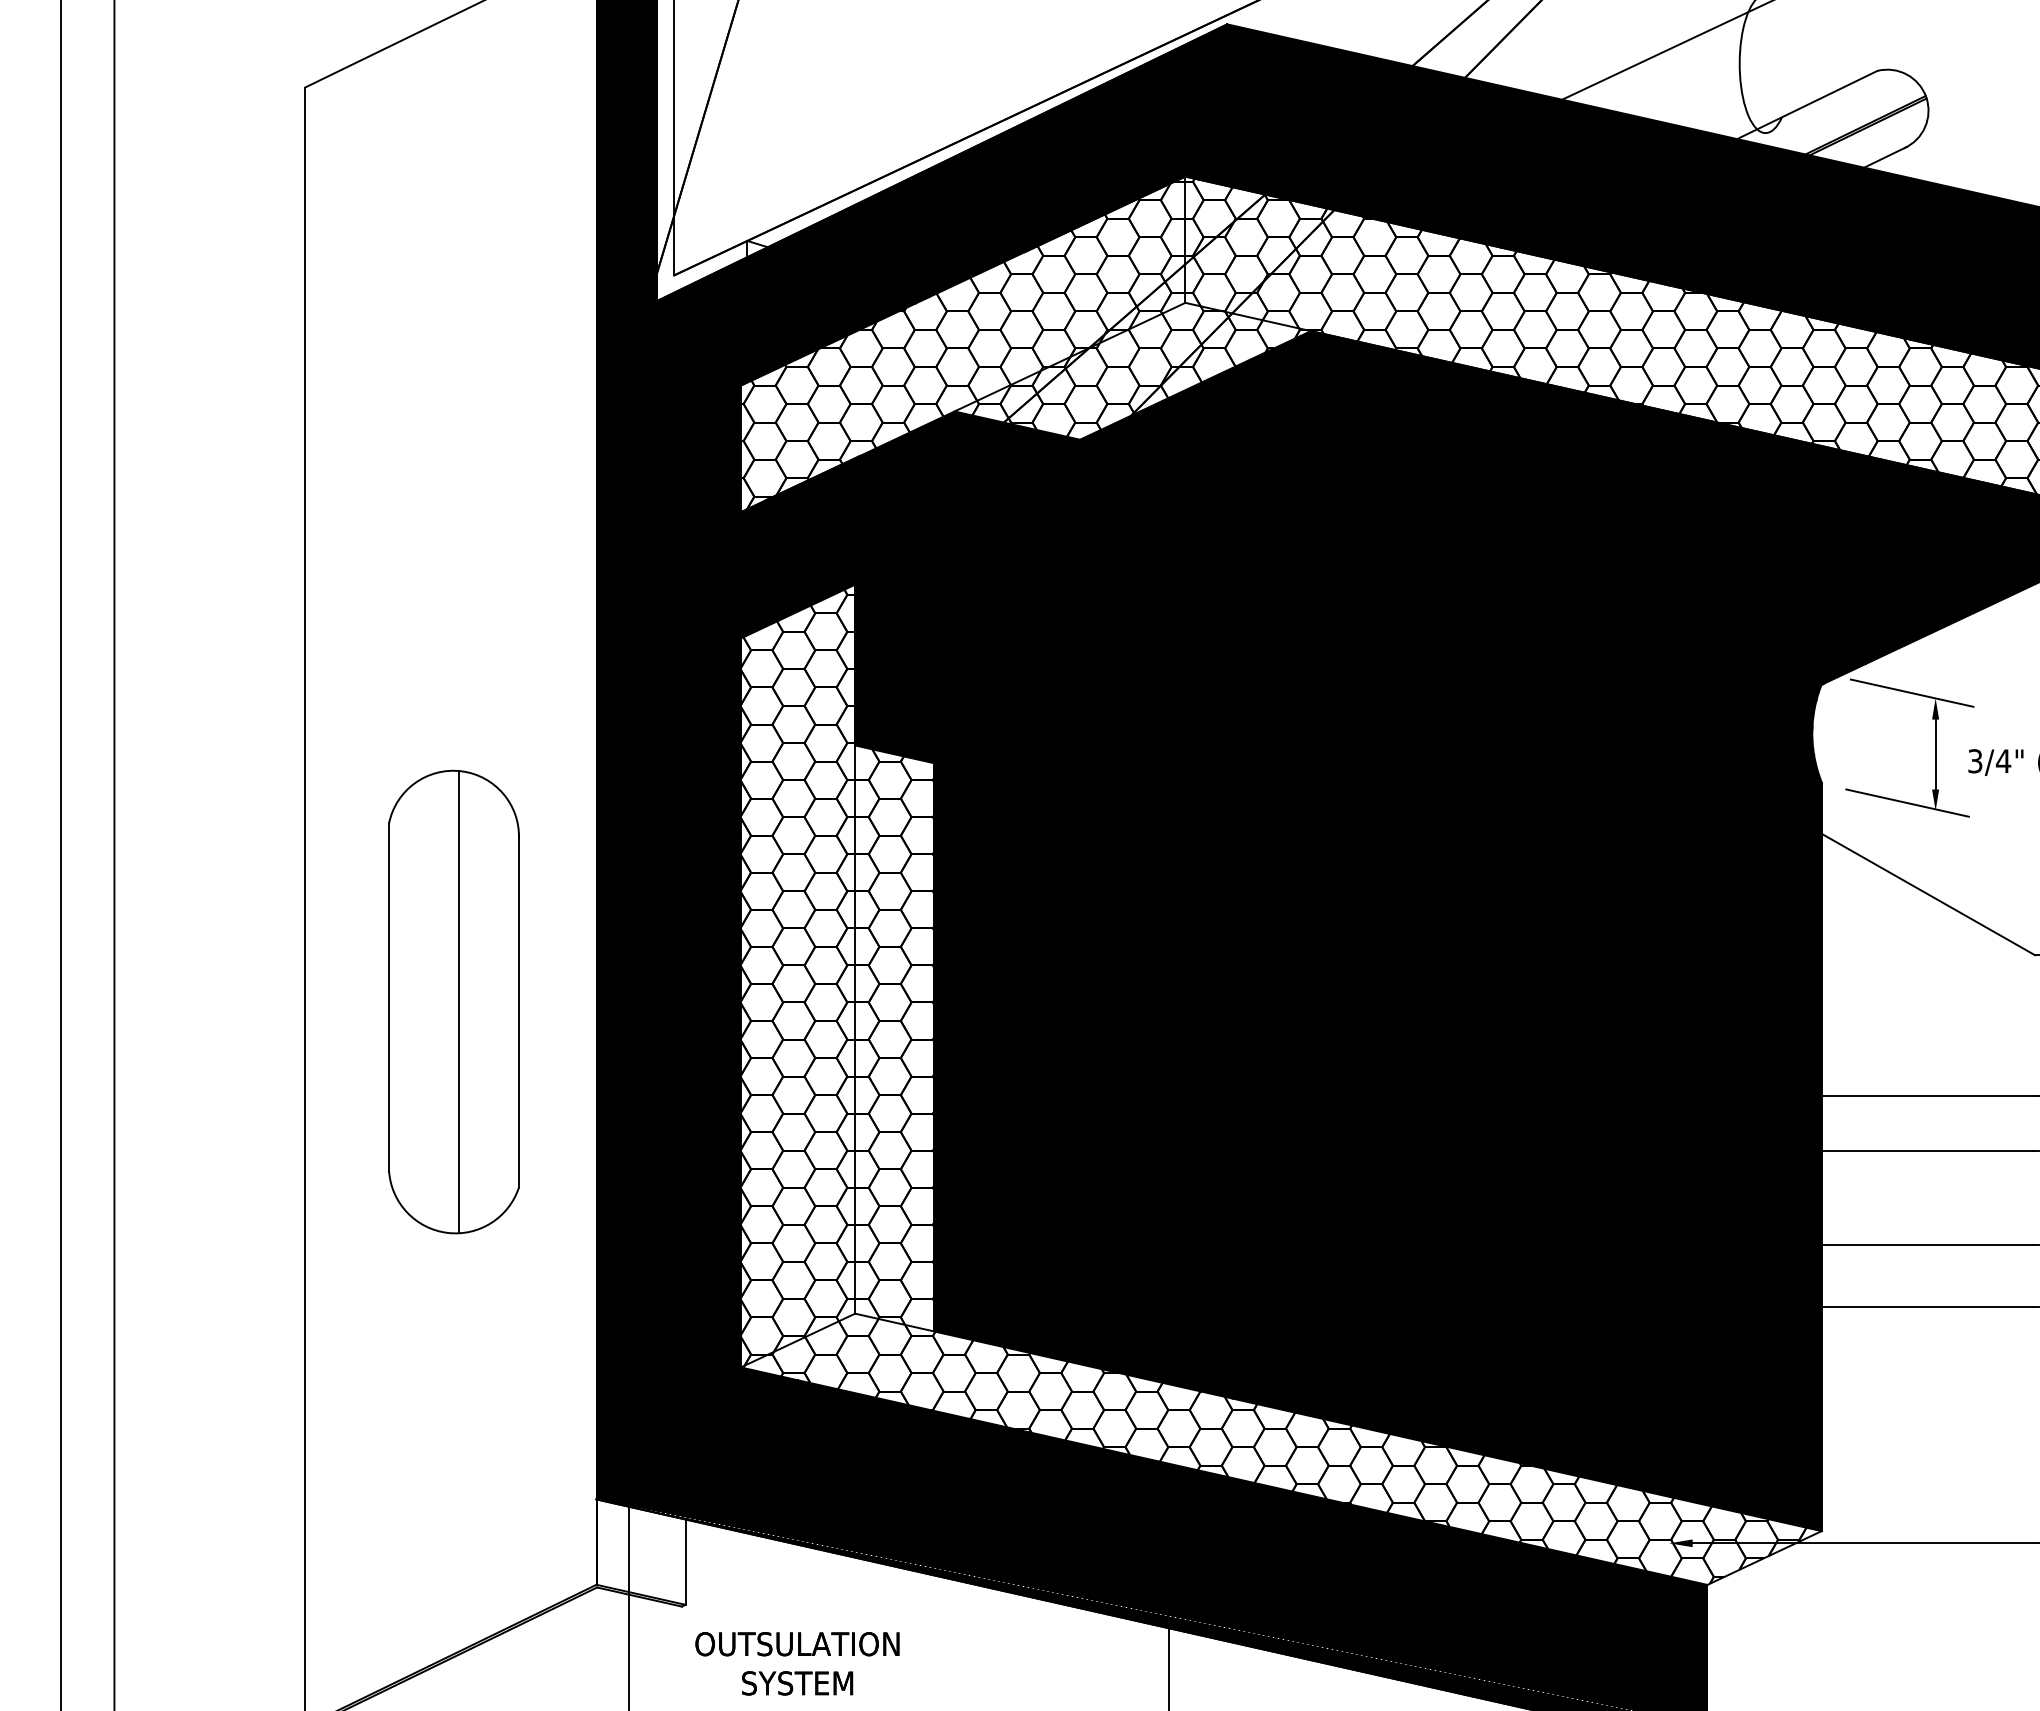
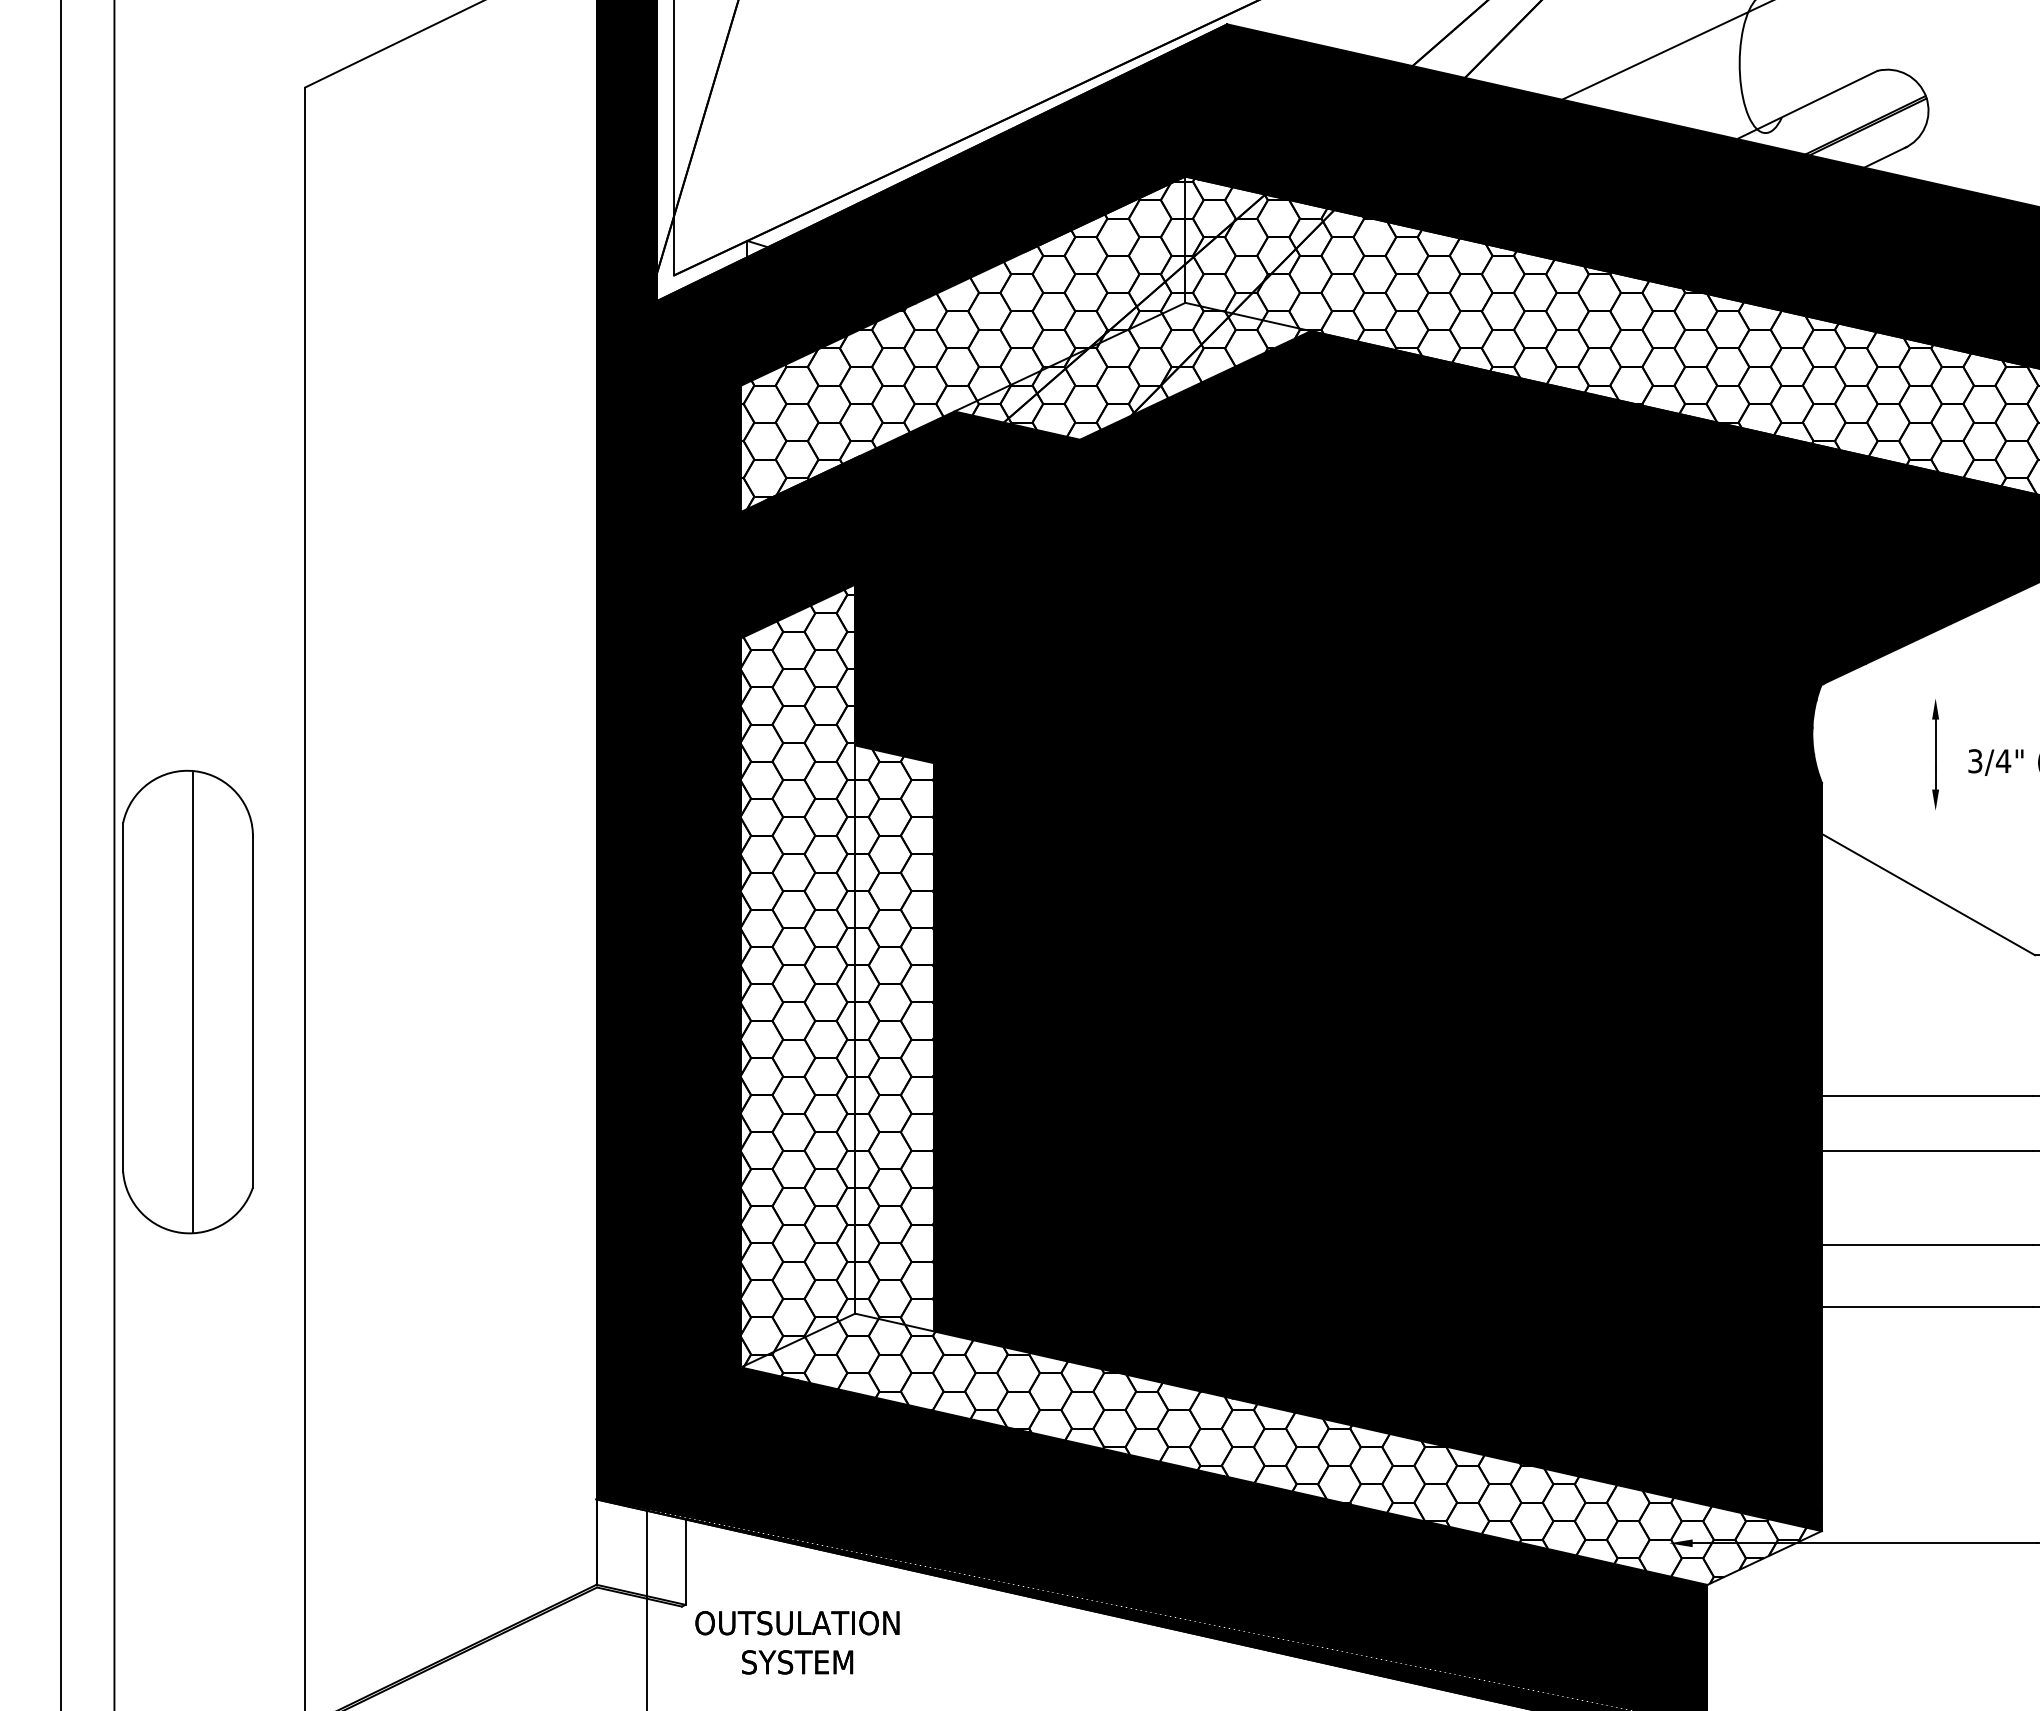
line at (1911, 692): present -> none
line at (1907, 802): present -> none
part at (453, 1001) position: (453, 1001) -> (187, 1001)
line at (629, 1600) position: (629, 1600) -> (647, 1600)
text at (797, 1663) position: (797, 1663) -> (797, 1642)
line at (1168, 1667): present -> none
